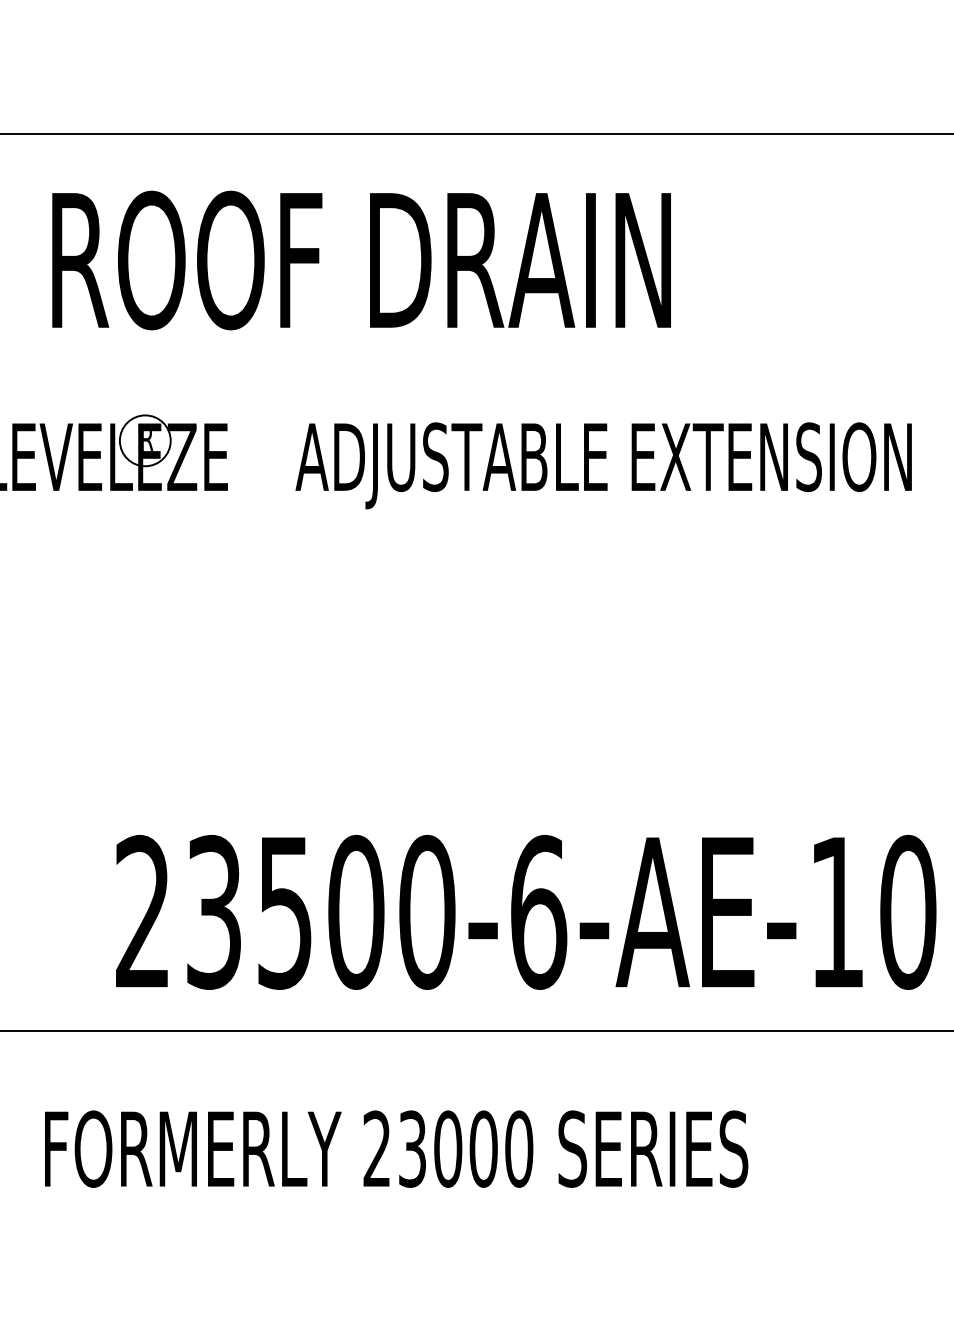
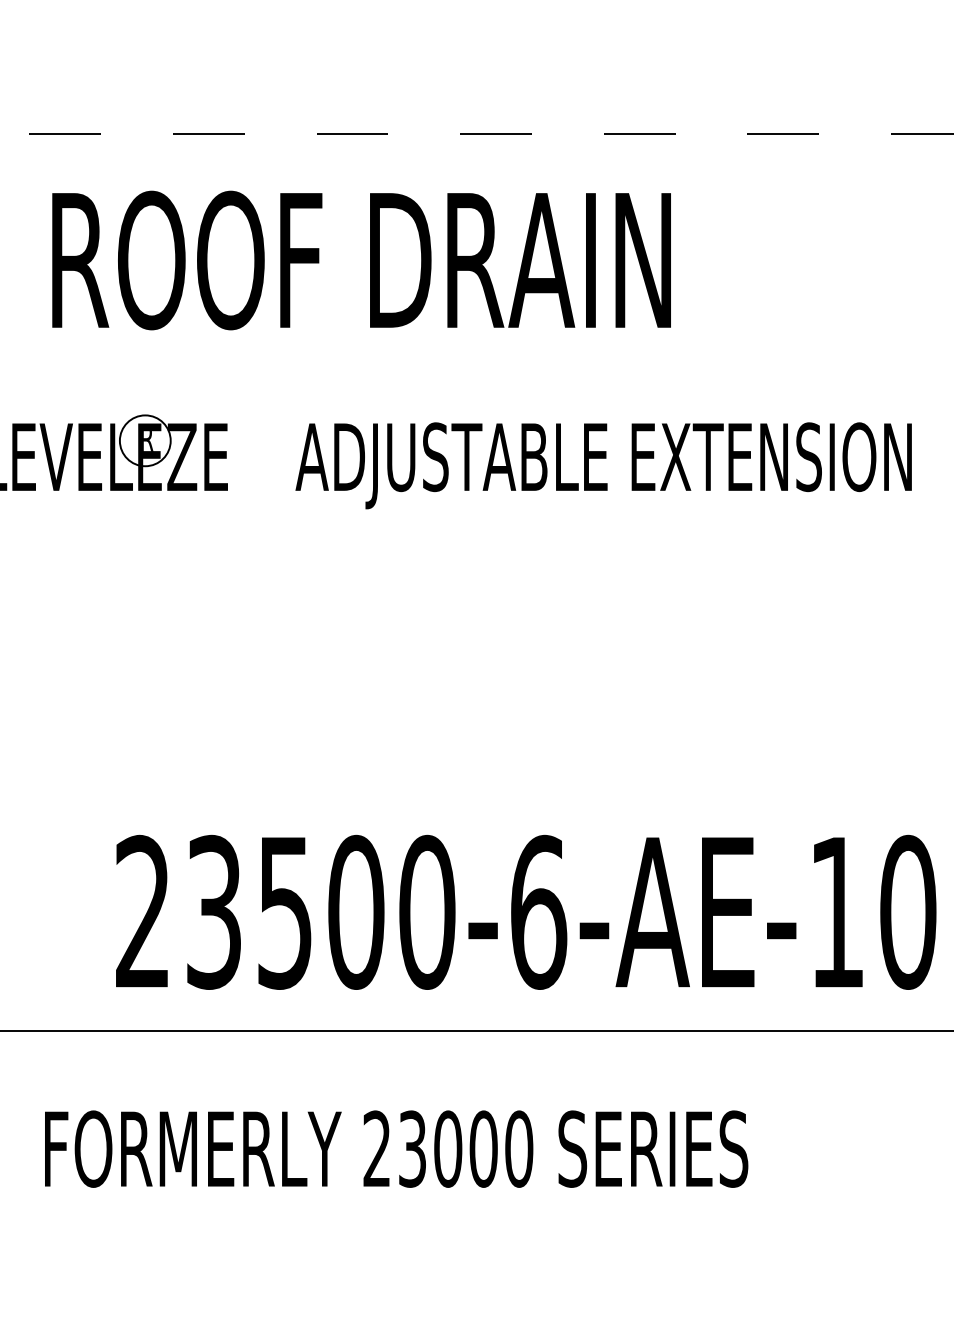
line at (476, 134): solid -> dashed
